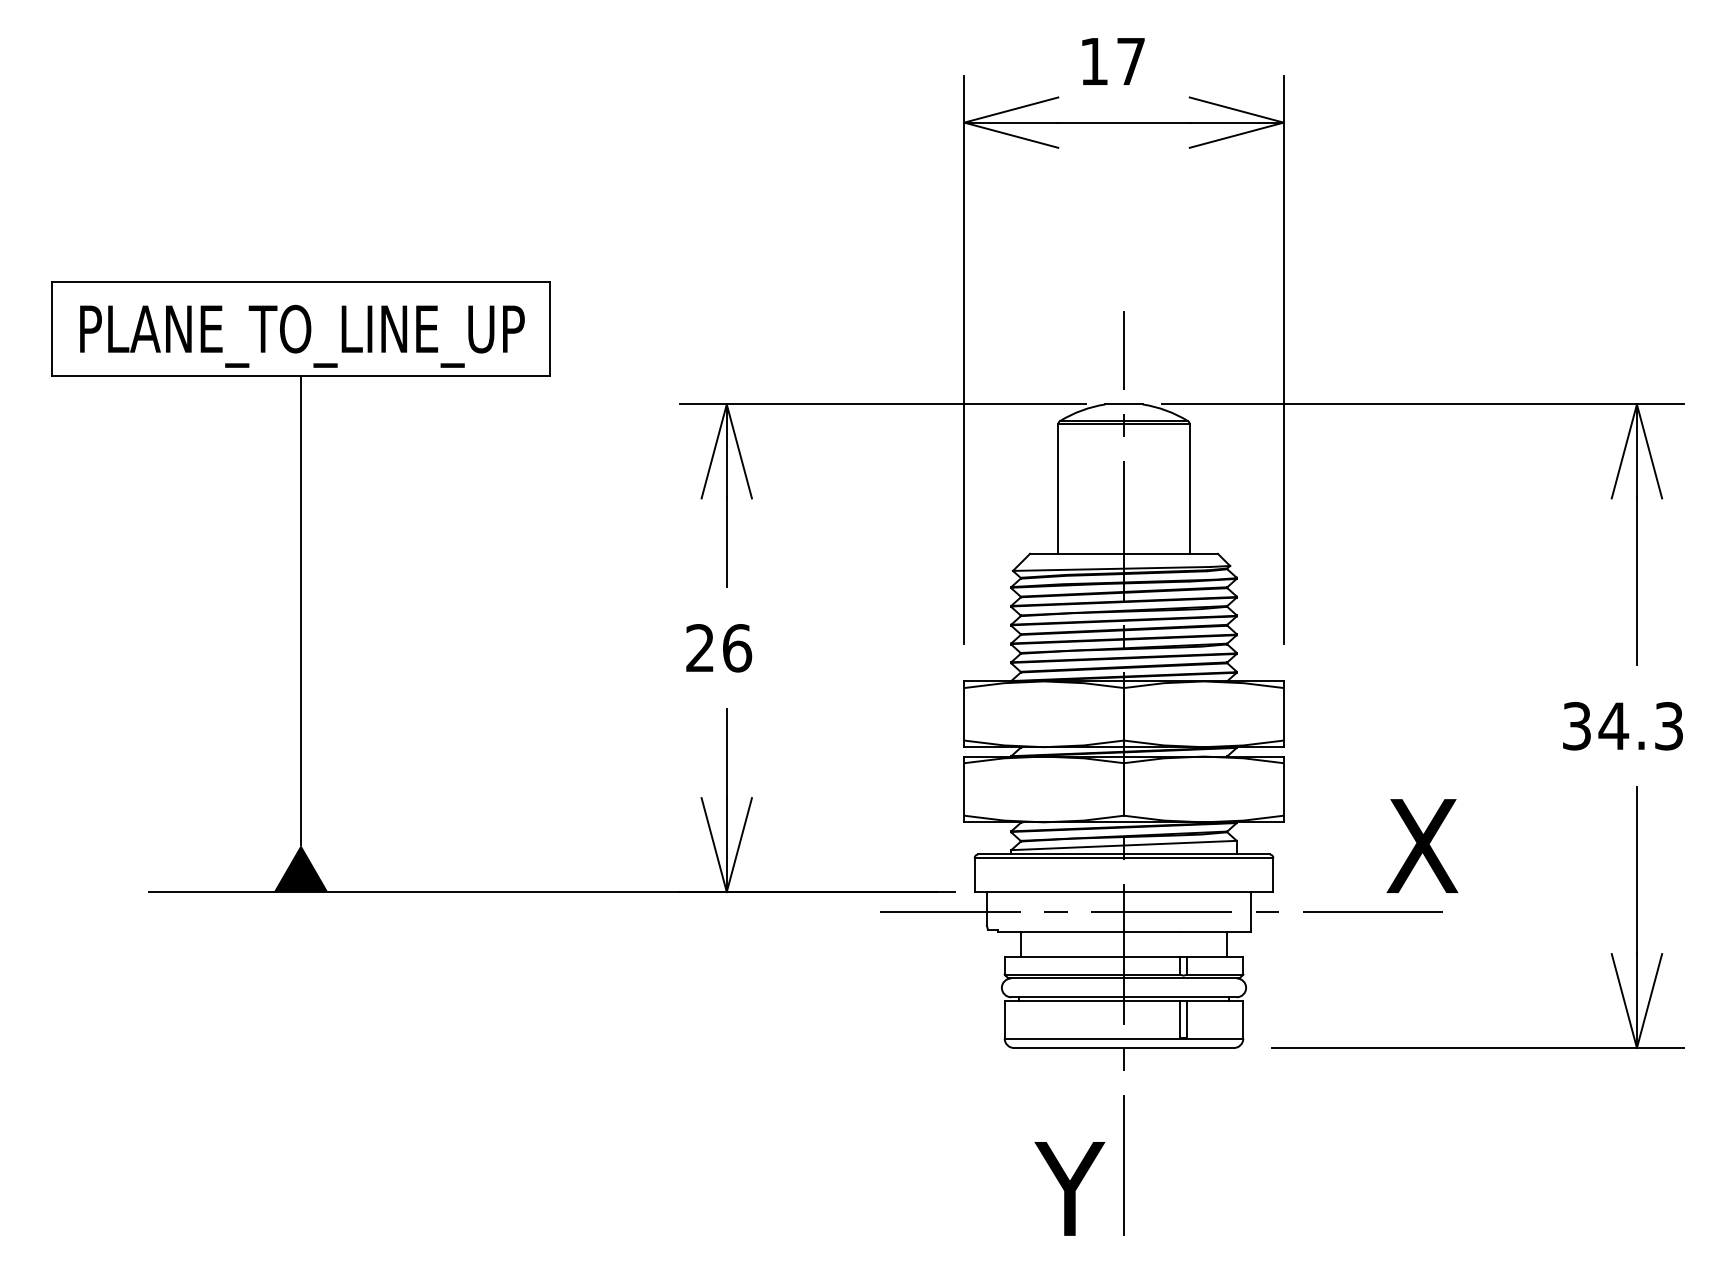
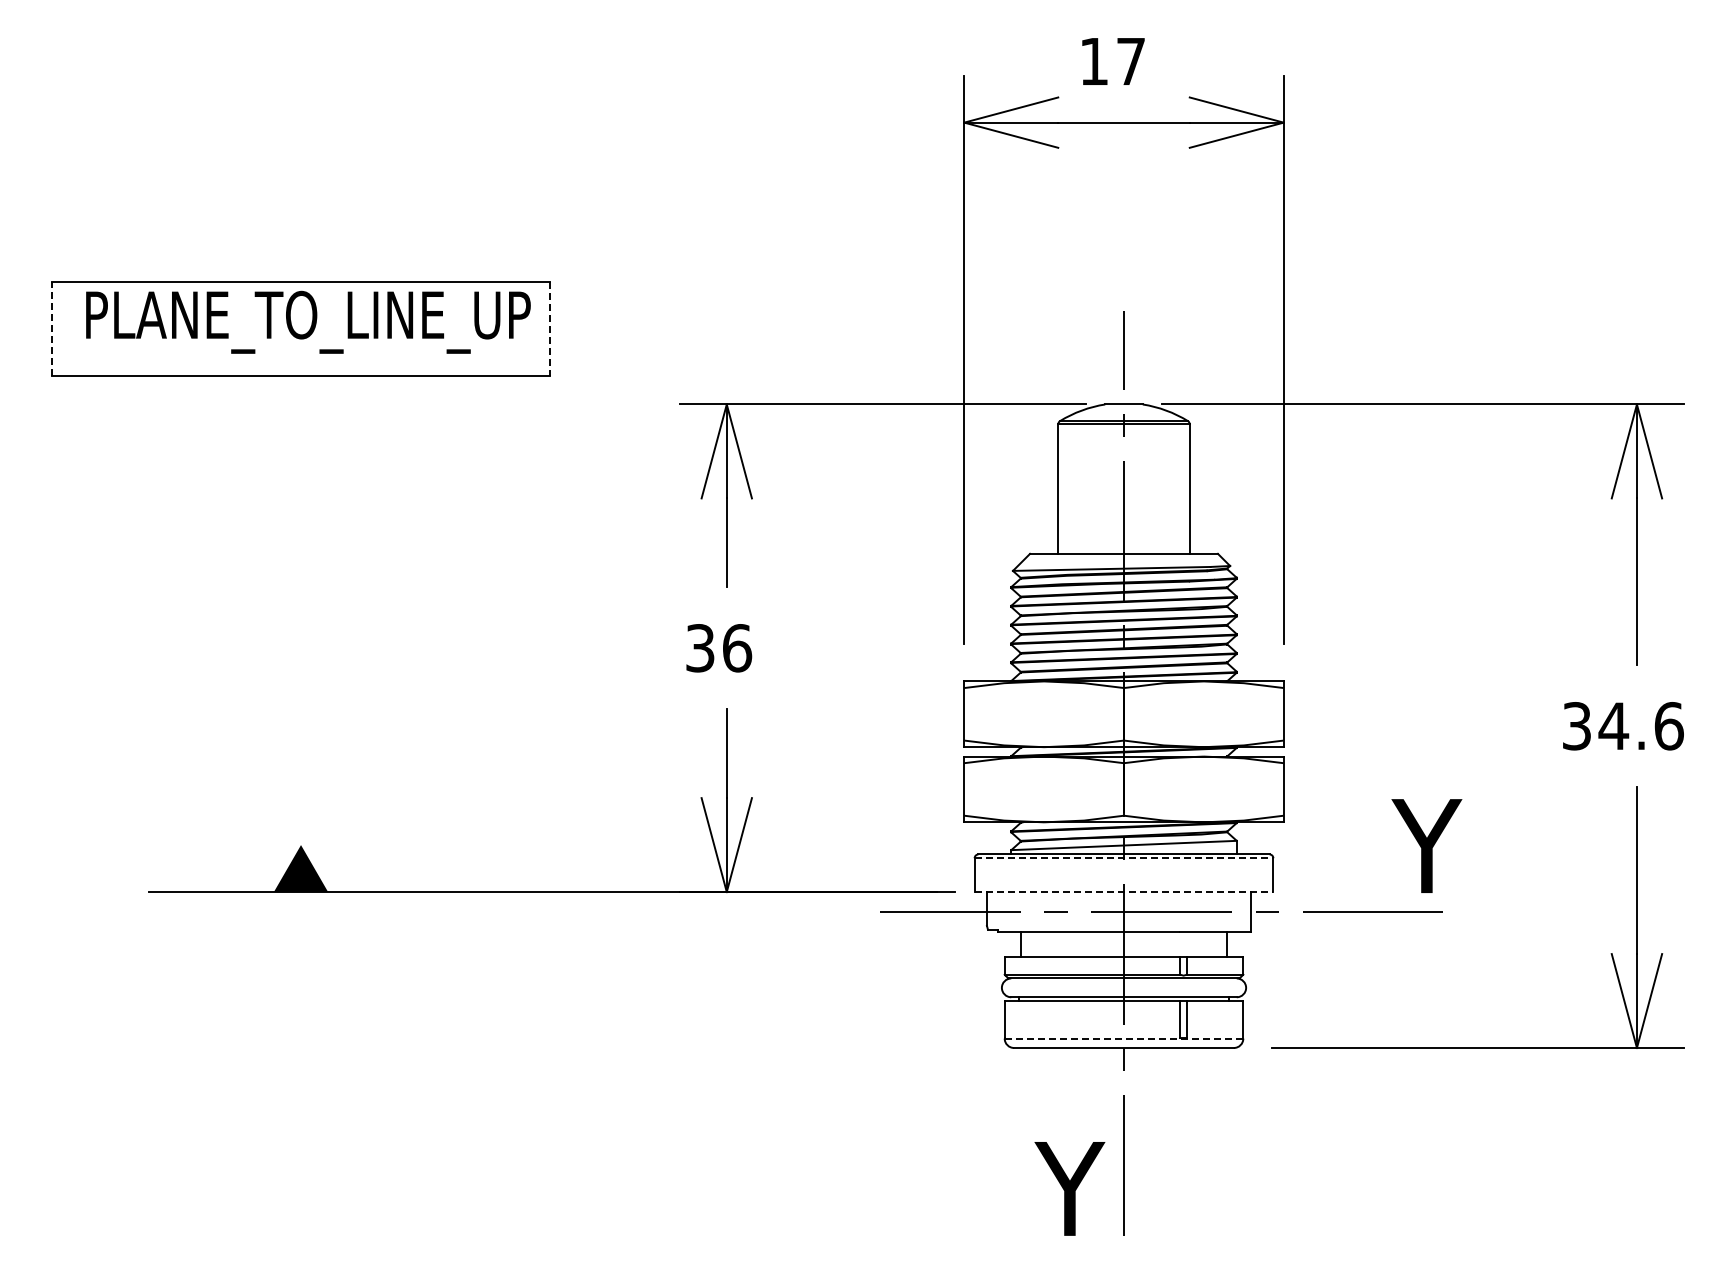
line at (52, 329): solid -> dashed
line at (549, 329): solid -> dashed
text at (302, 335) position: (302, 335) -> (308, 321)
line at (301, 610): present -> none
text at (700, 648): 26 -> 36
text at (1668, 726): 34.3 -> 34.6
text at (1424, 845): X -> Y
line at (1124, 858): solid -> dashed
line at (1124, 892): solid -> dashed
line at (1123, 1038): solid -> dashed
